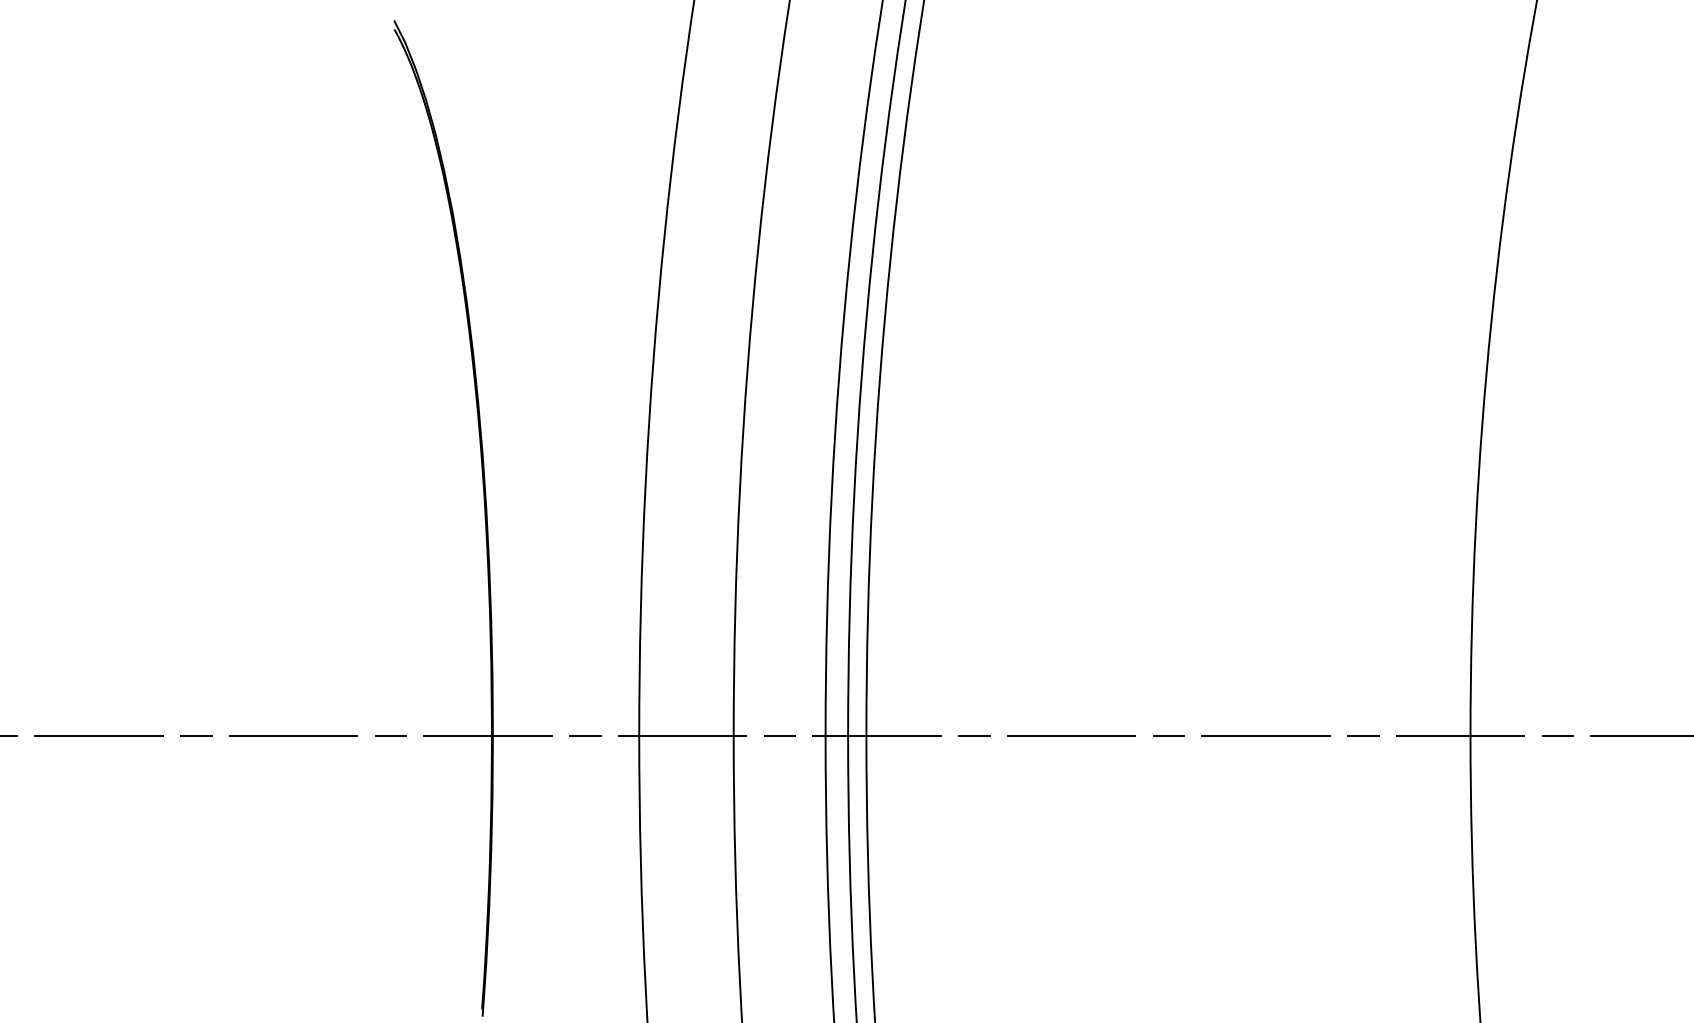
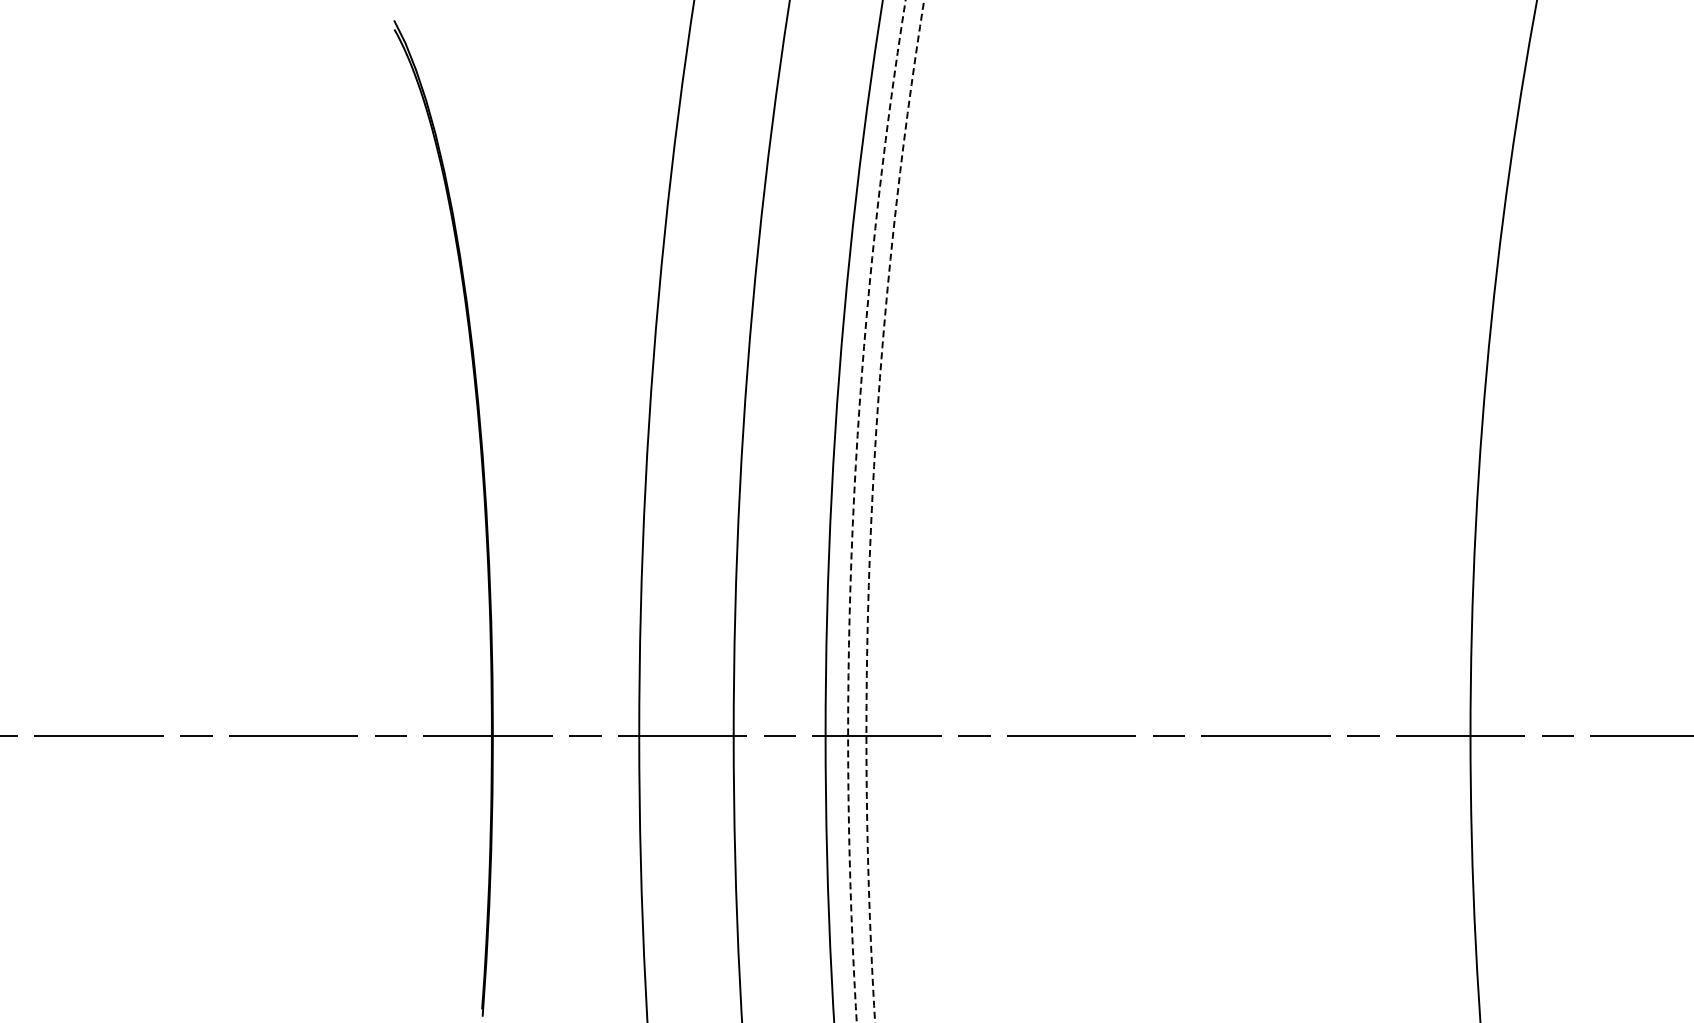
circle at (876, 511): solid -> dashed
circle at (895, 511): solid -> dashed
